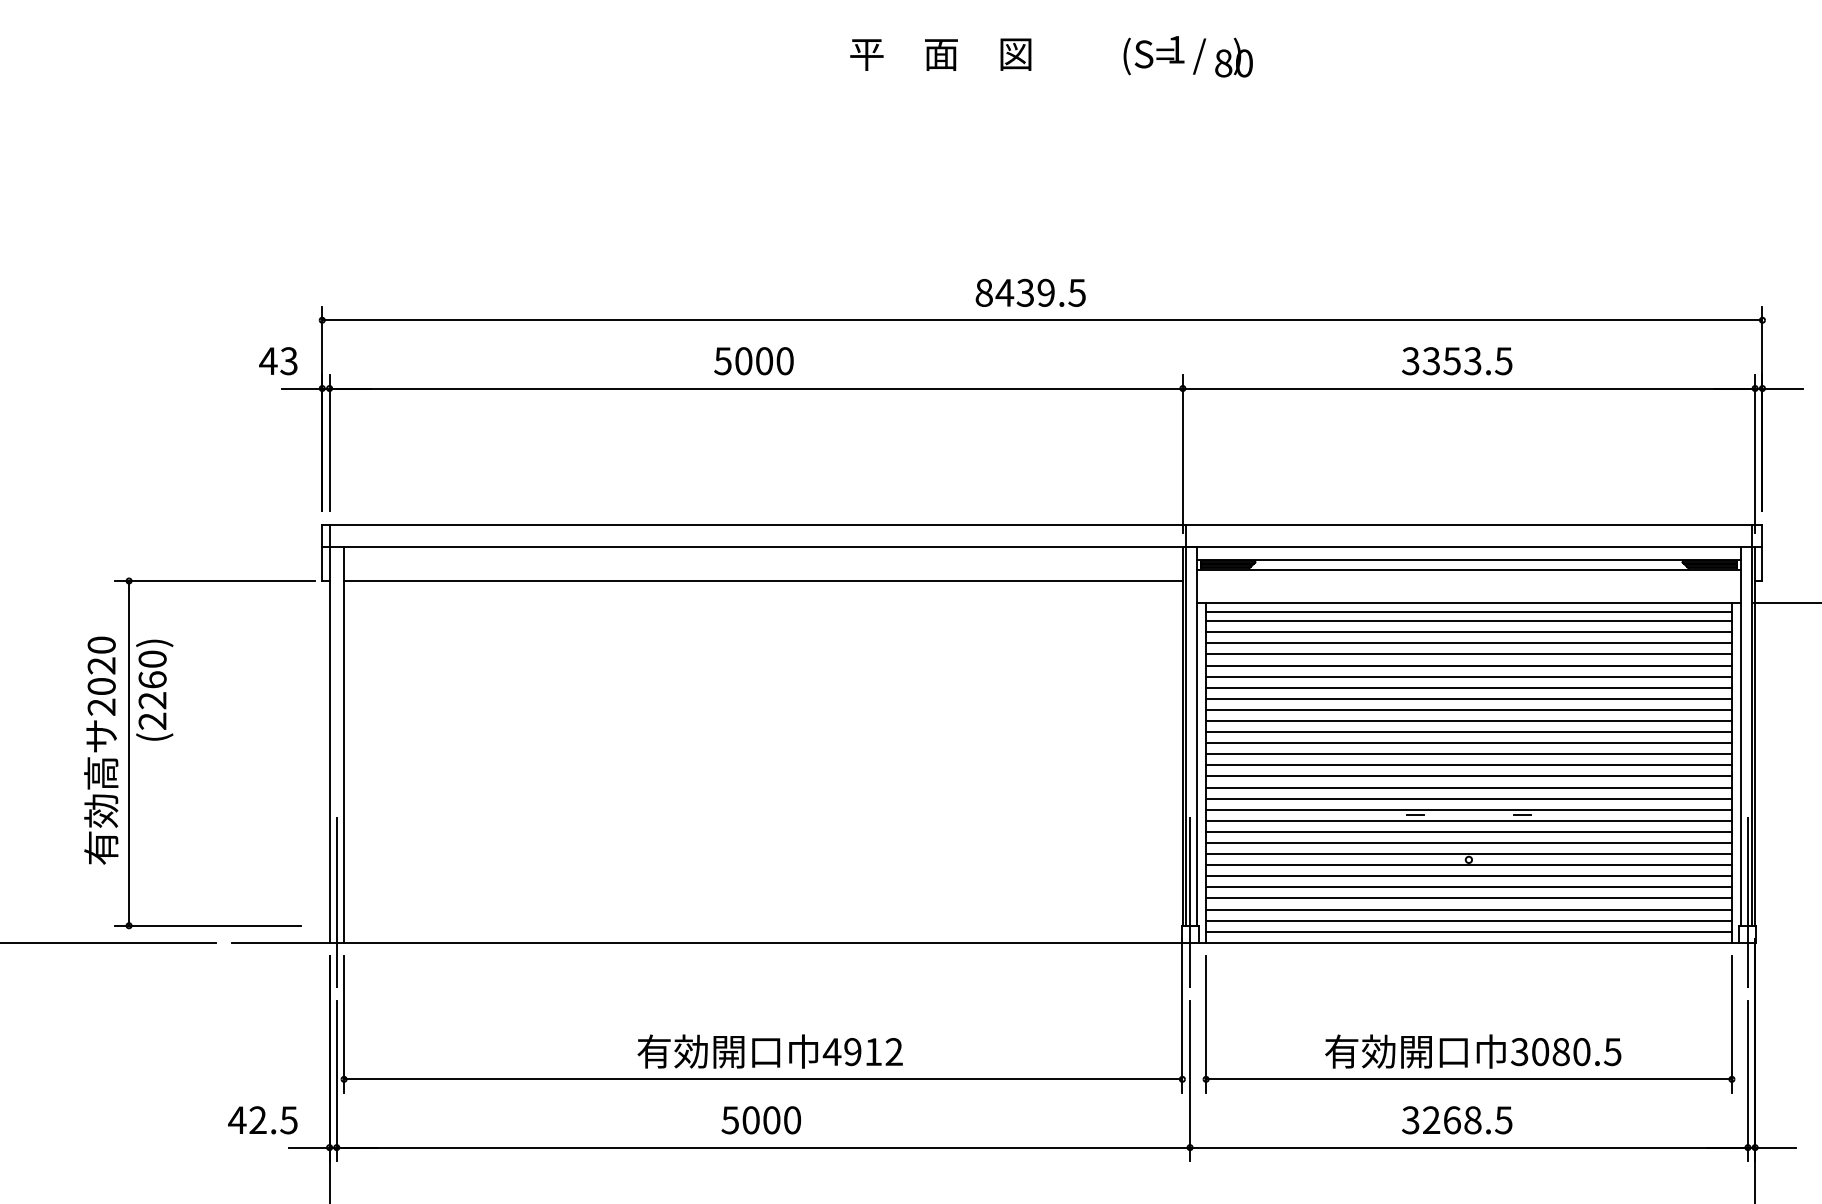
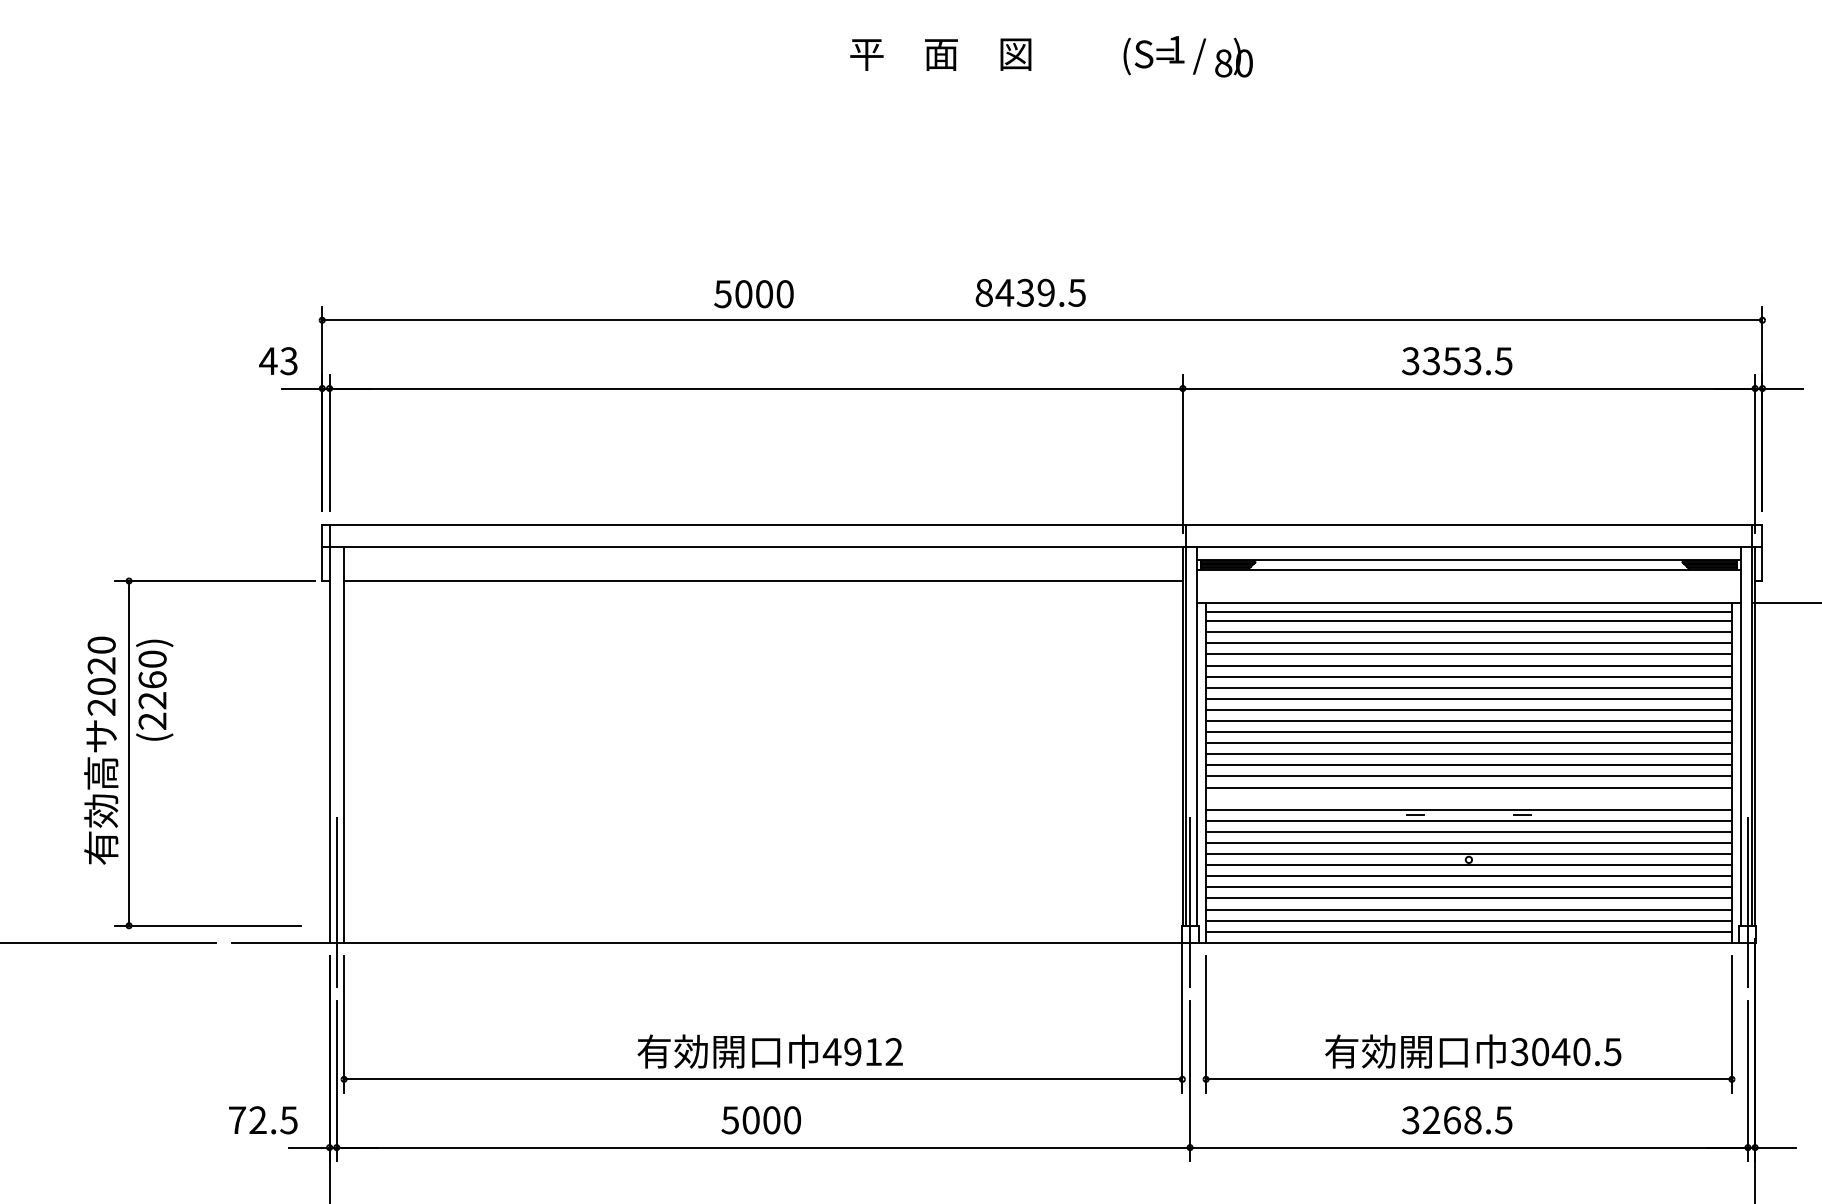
text at (753, 361) position: (753, 361) -> (753, 294)
line at (1468, 798): present -> none
text at (1560, 1052): 3080.5 -> 3040.5
text at (237, 1119): 42.5 -> 72.5
